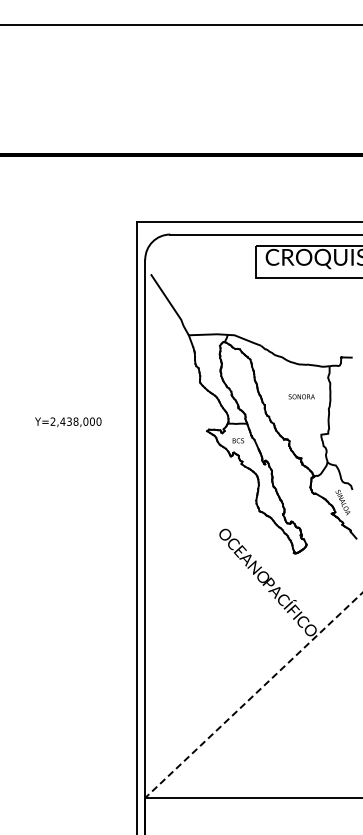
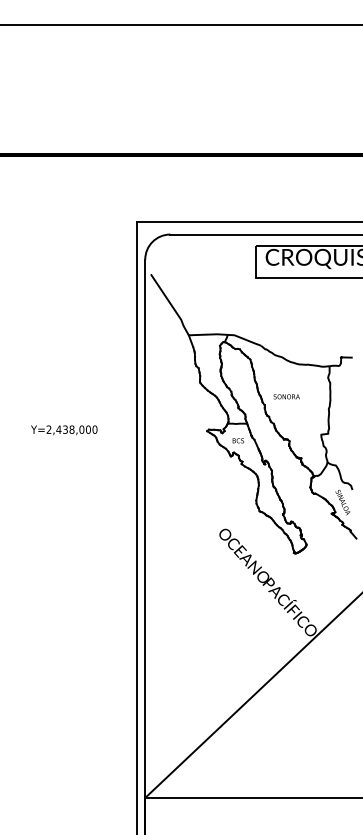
text at (301, 396) position: (301, 396) -> (286, 396)
text at (68, 422) position: (68, 422) -> (64, 430)
line at (253, 695): dashed -> solid
